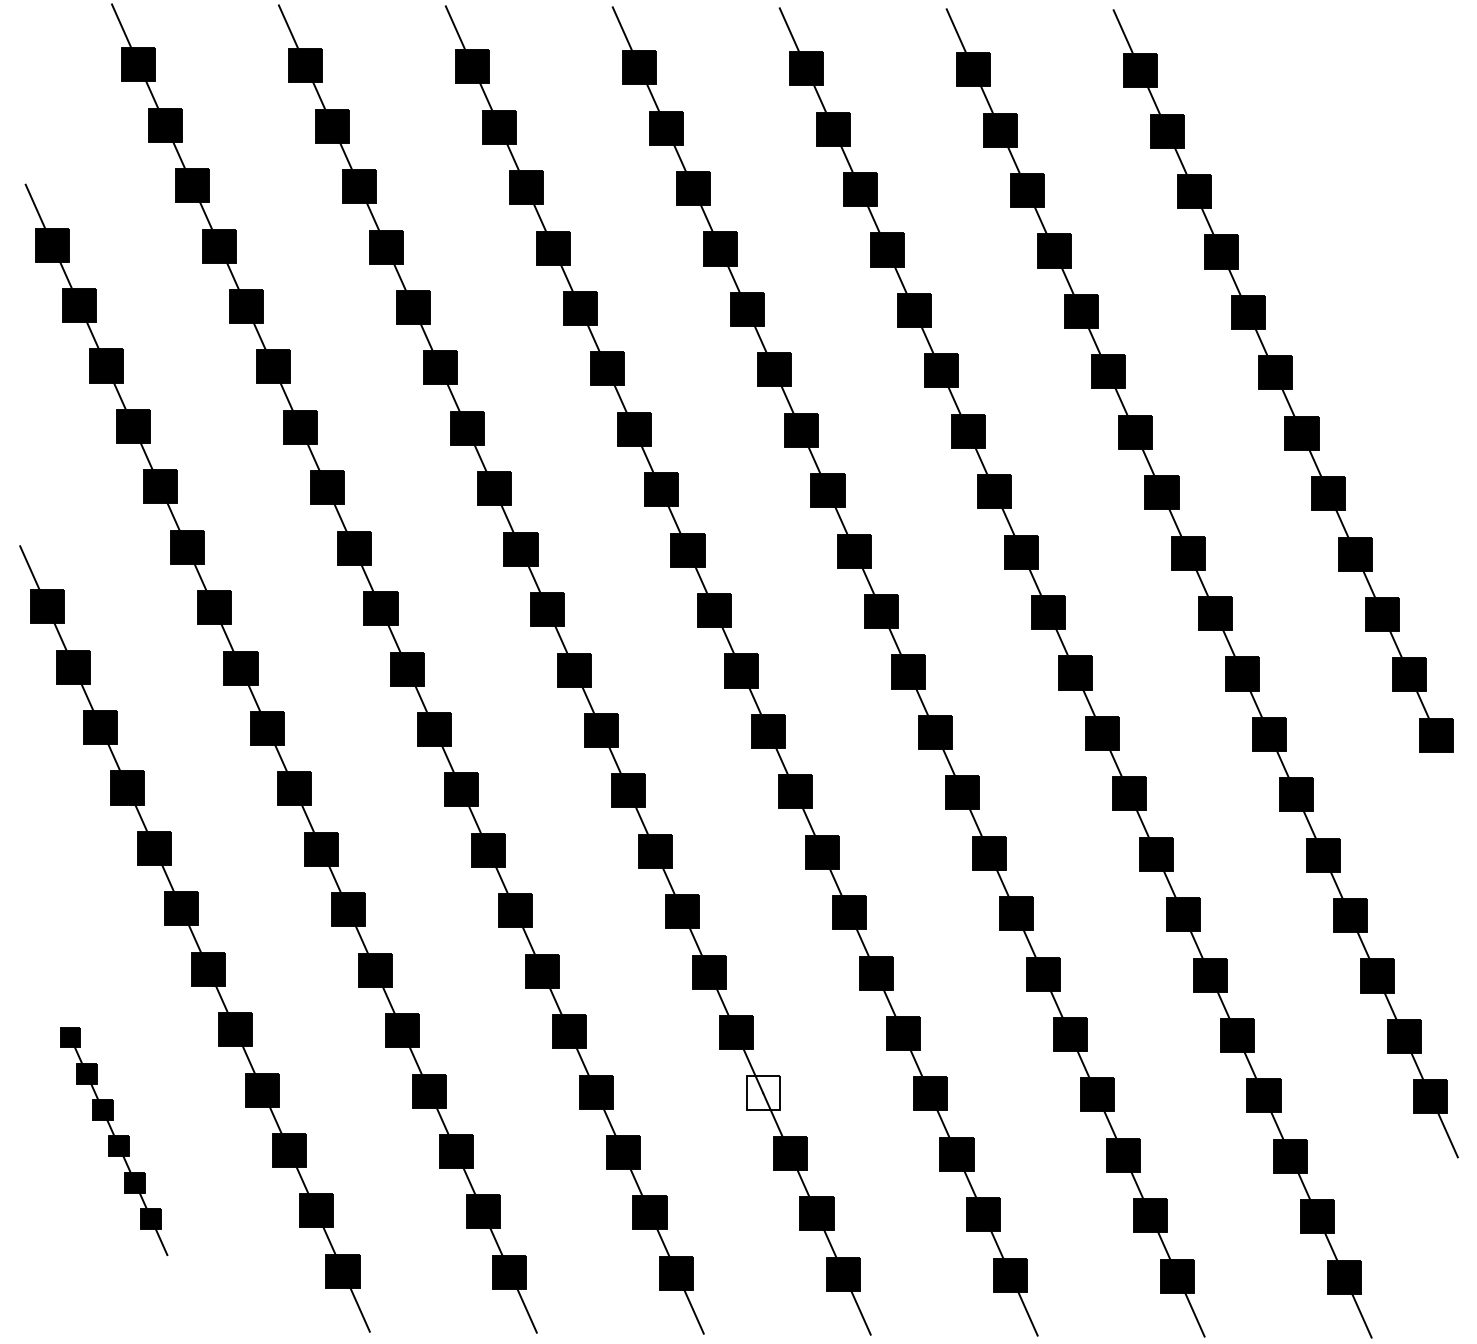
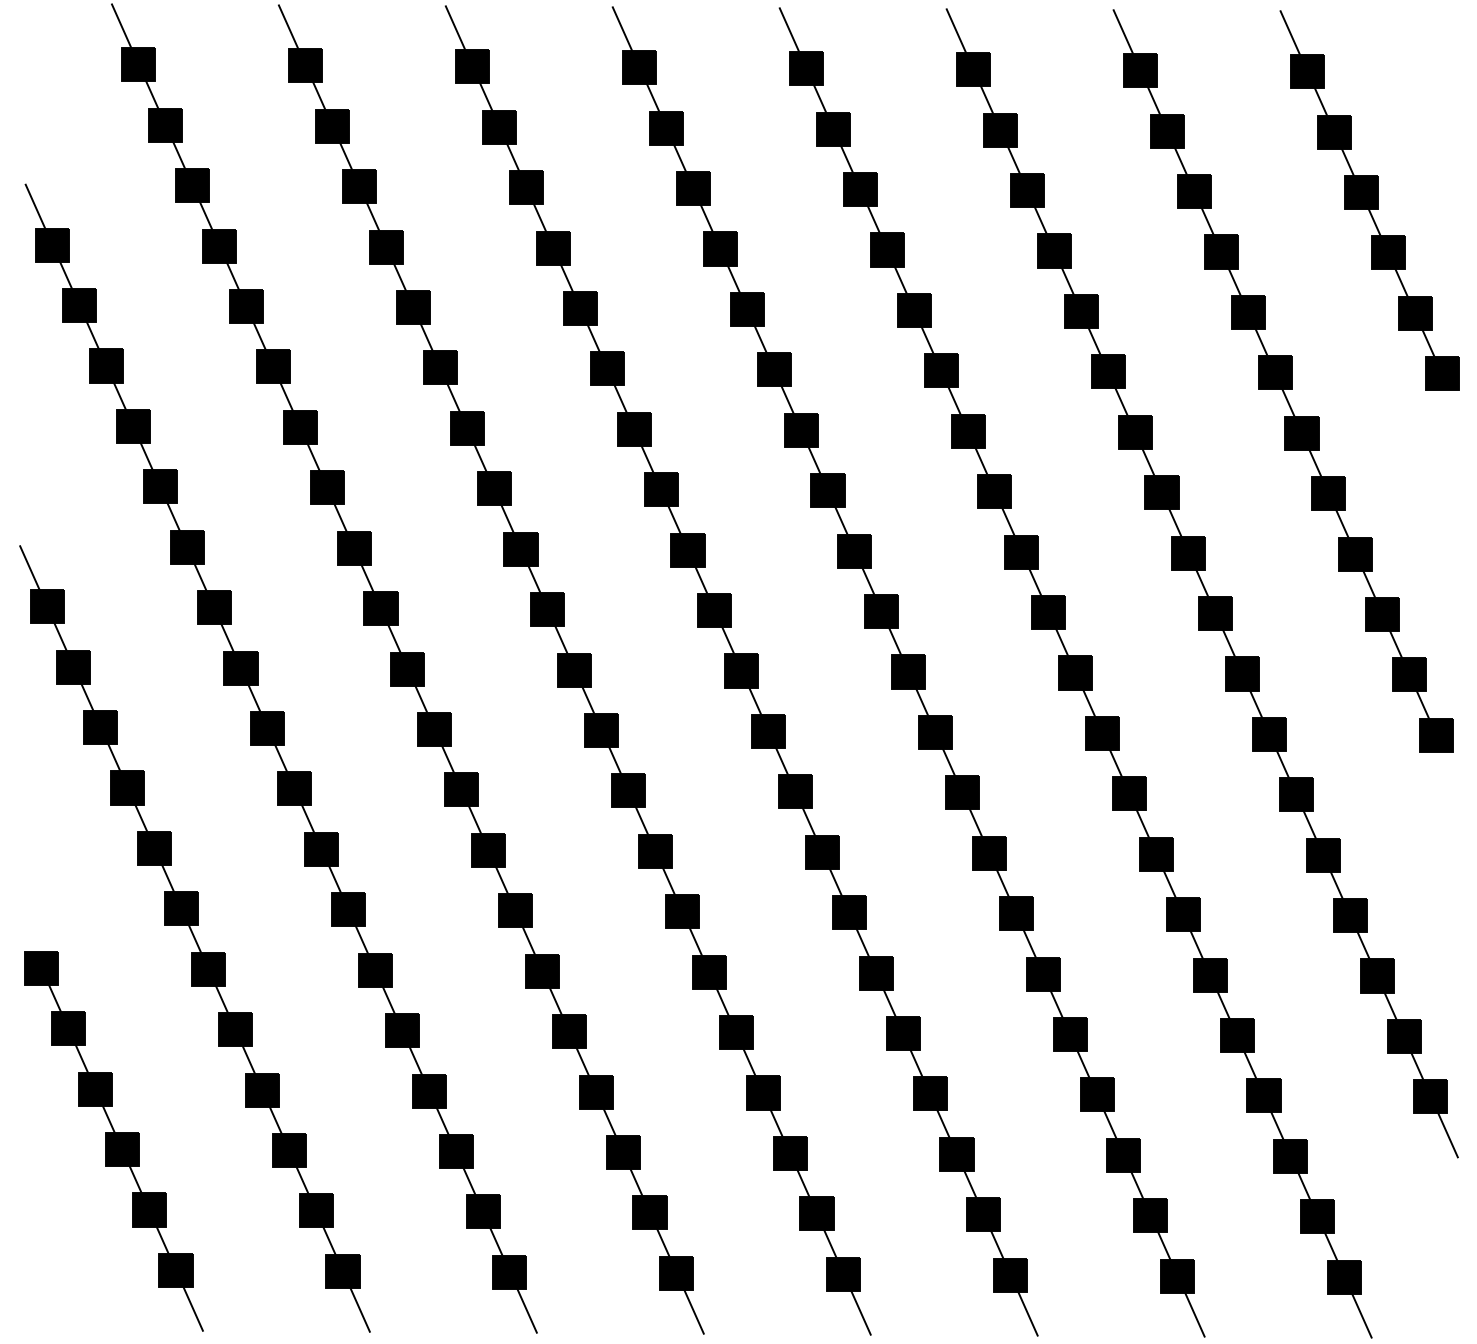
part at (1369, 200): none -> present
fill at (762, 1092): none -> present
part at (114, 1141) size: 109x229 px -> 180x381 px
